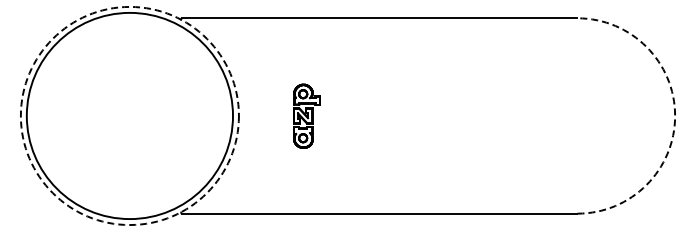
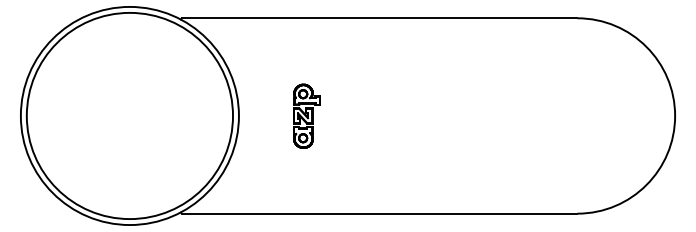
circle at (129, 115): dashed -> solid
arc at (675, 115): dashed -> solid
